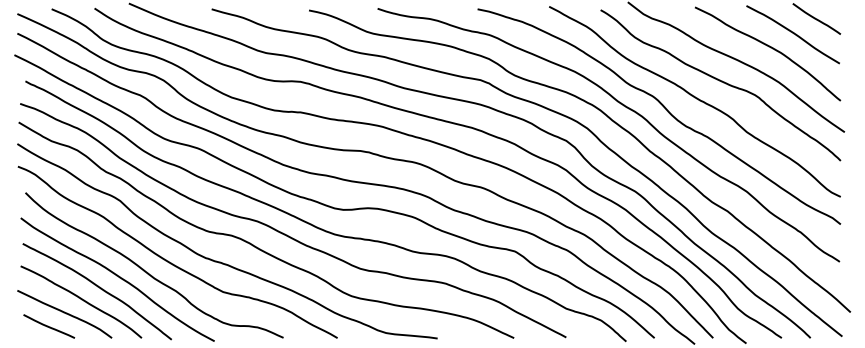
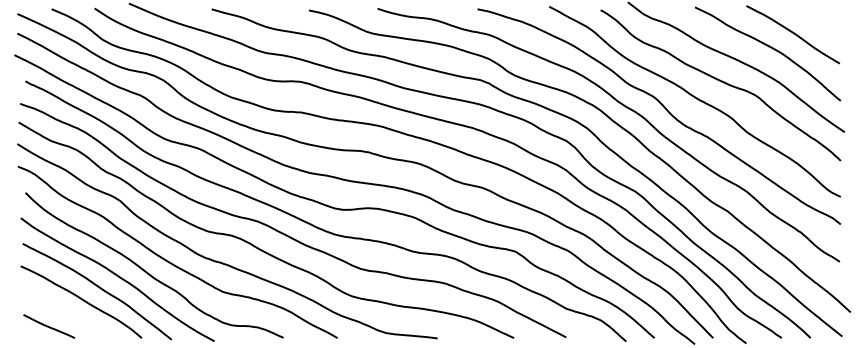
line at (816, 18): present -> none
curve at (64, 313): present -> none
